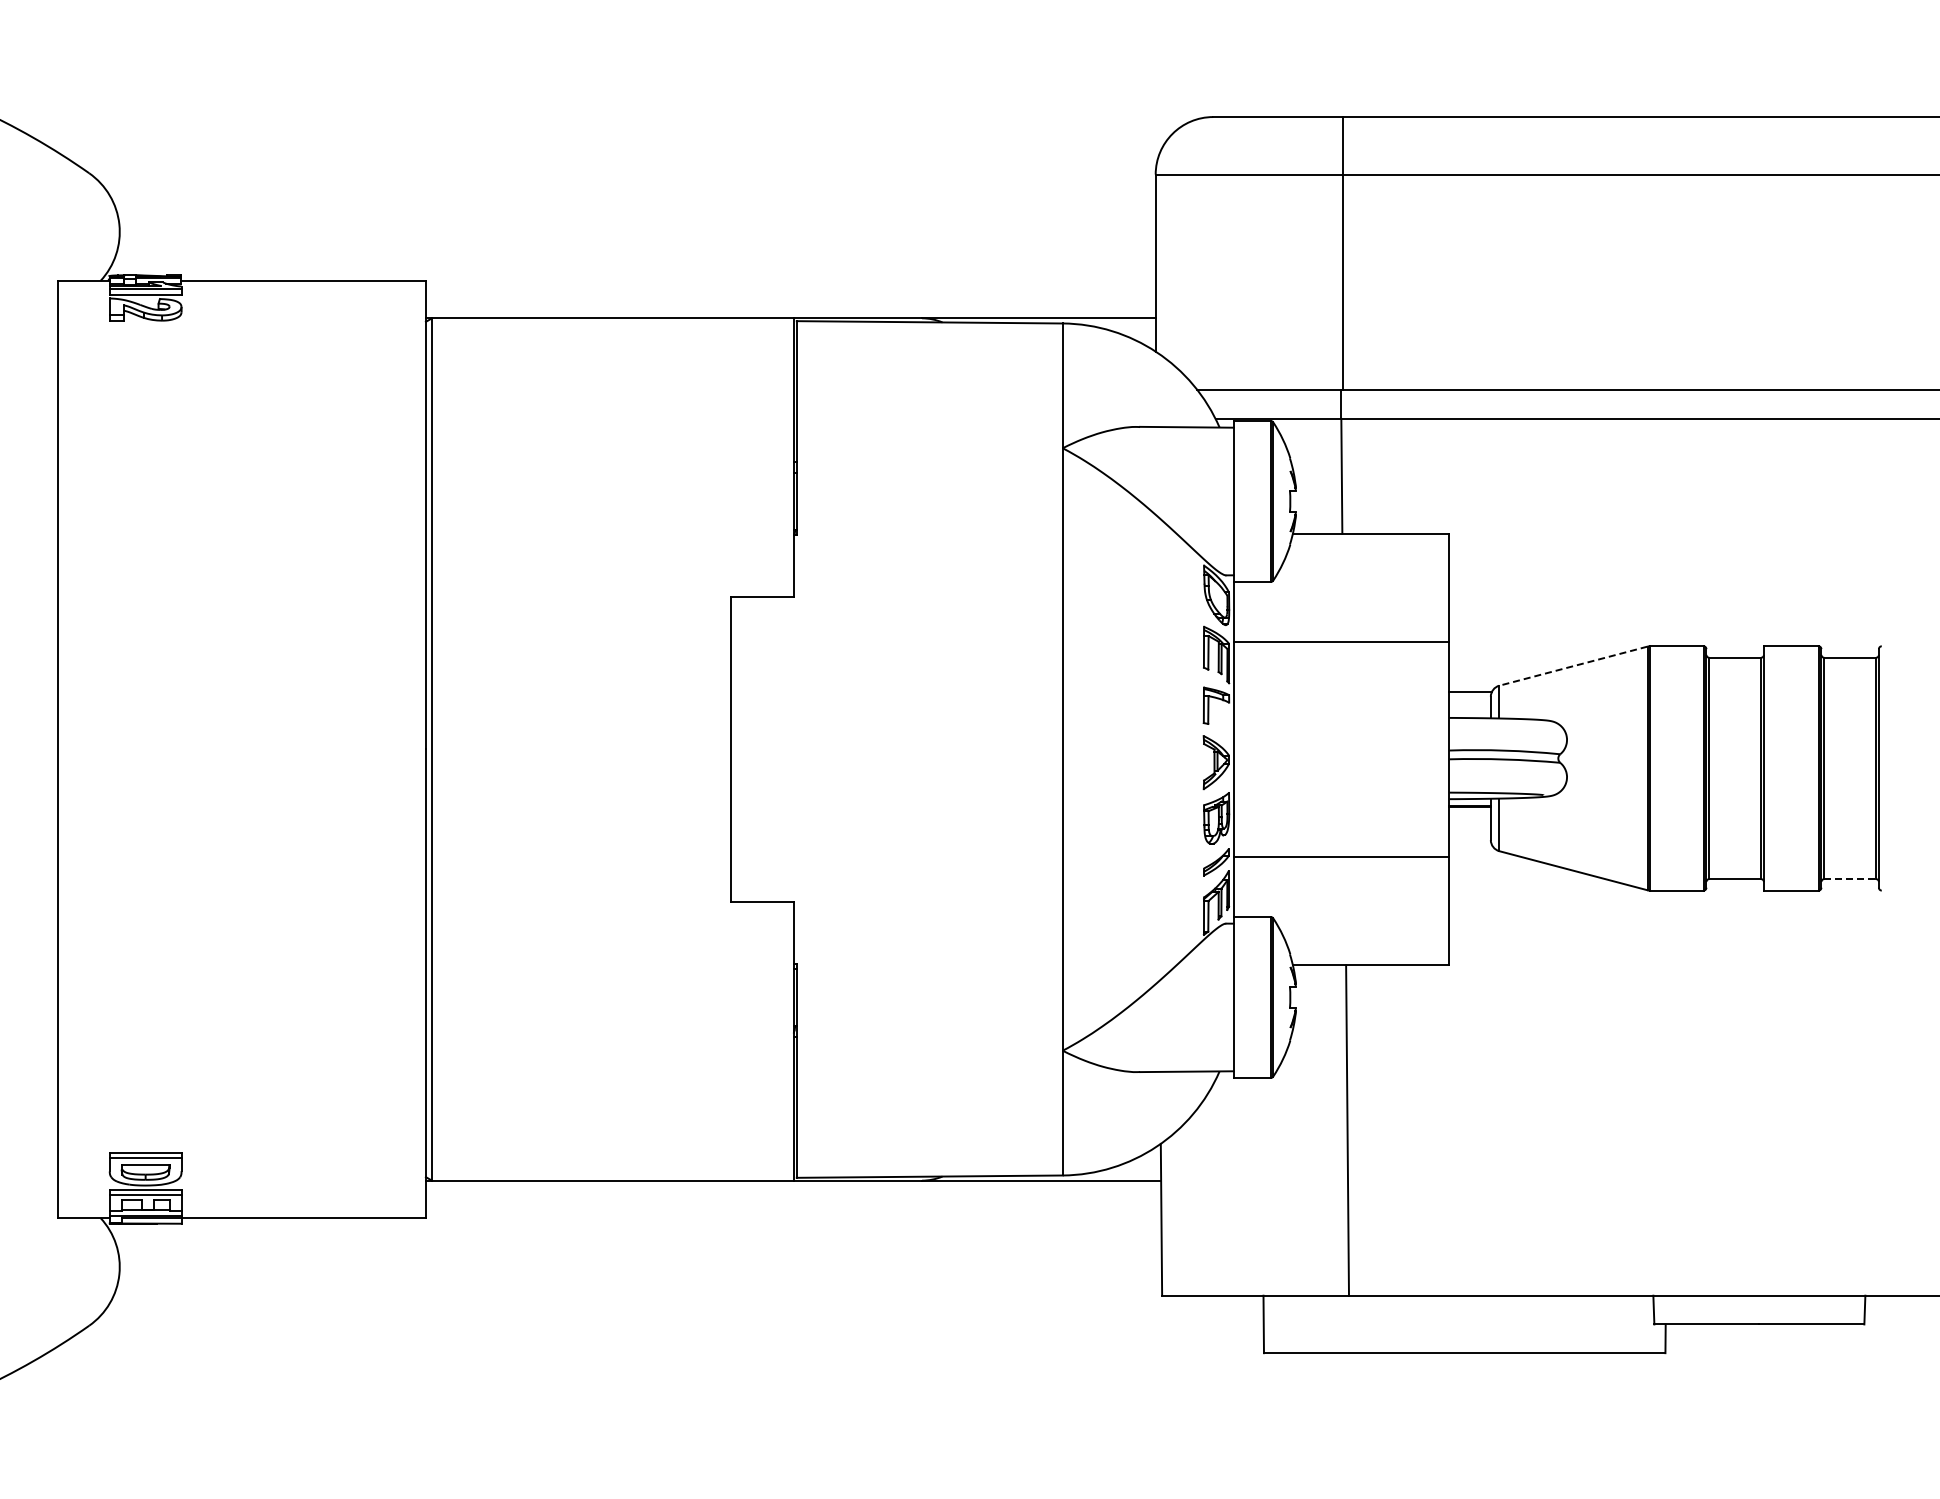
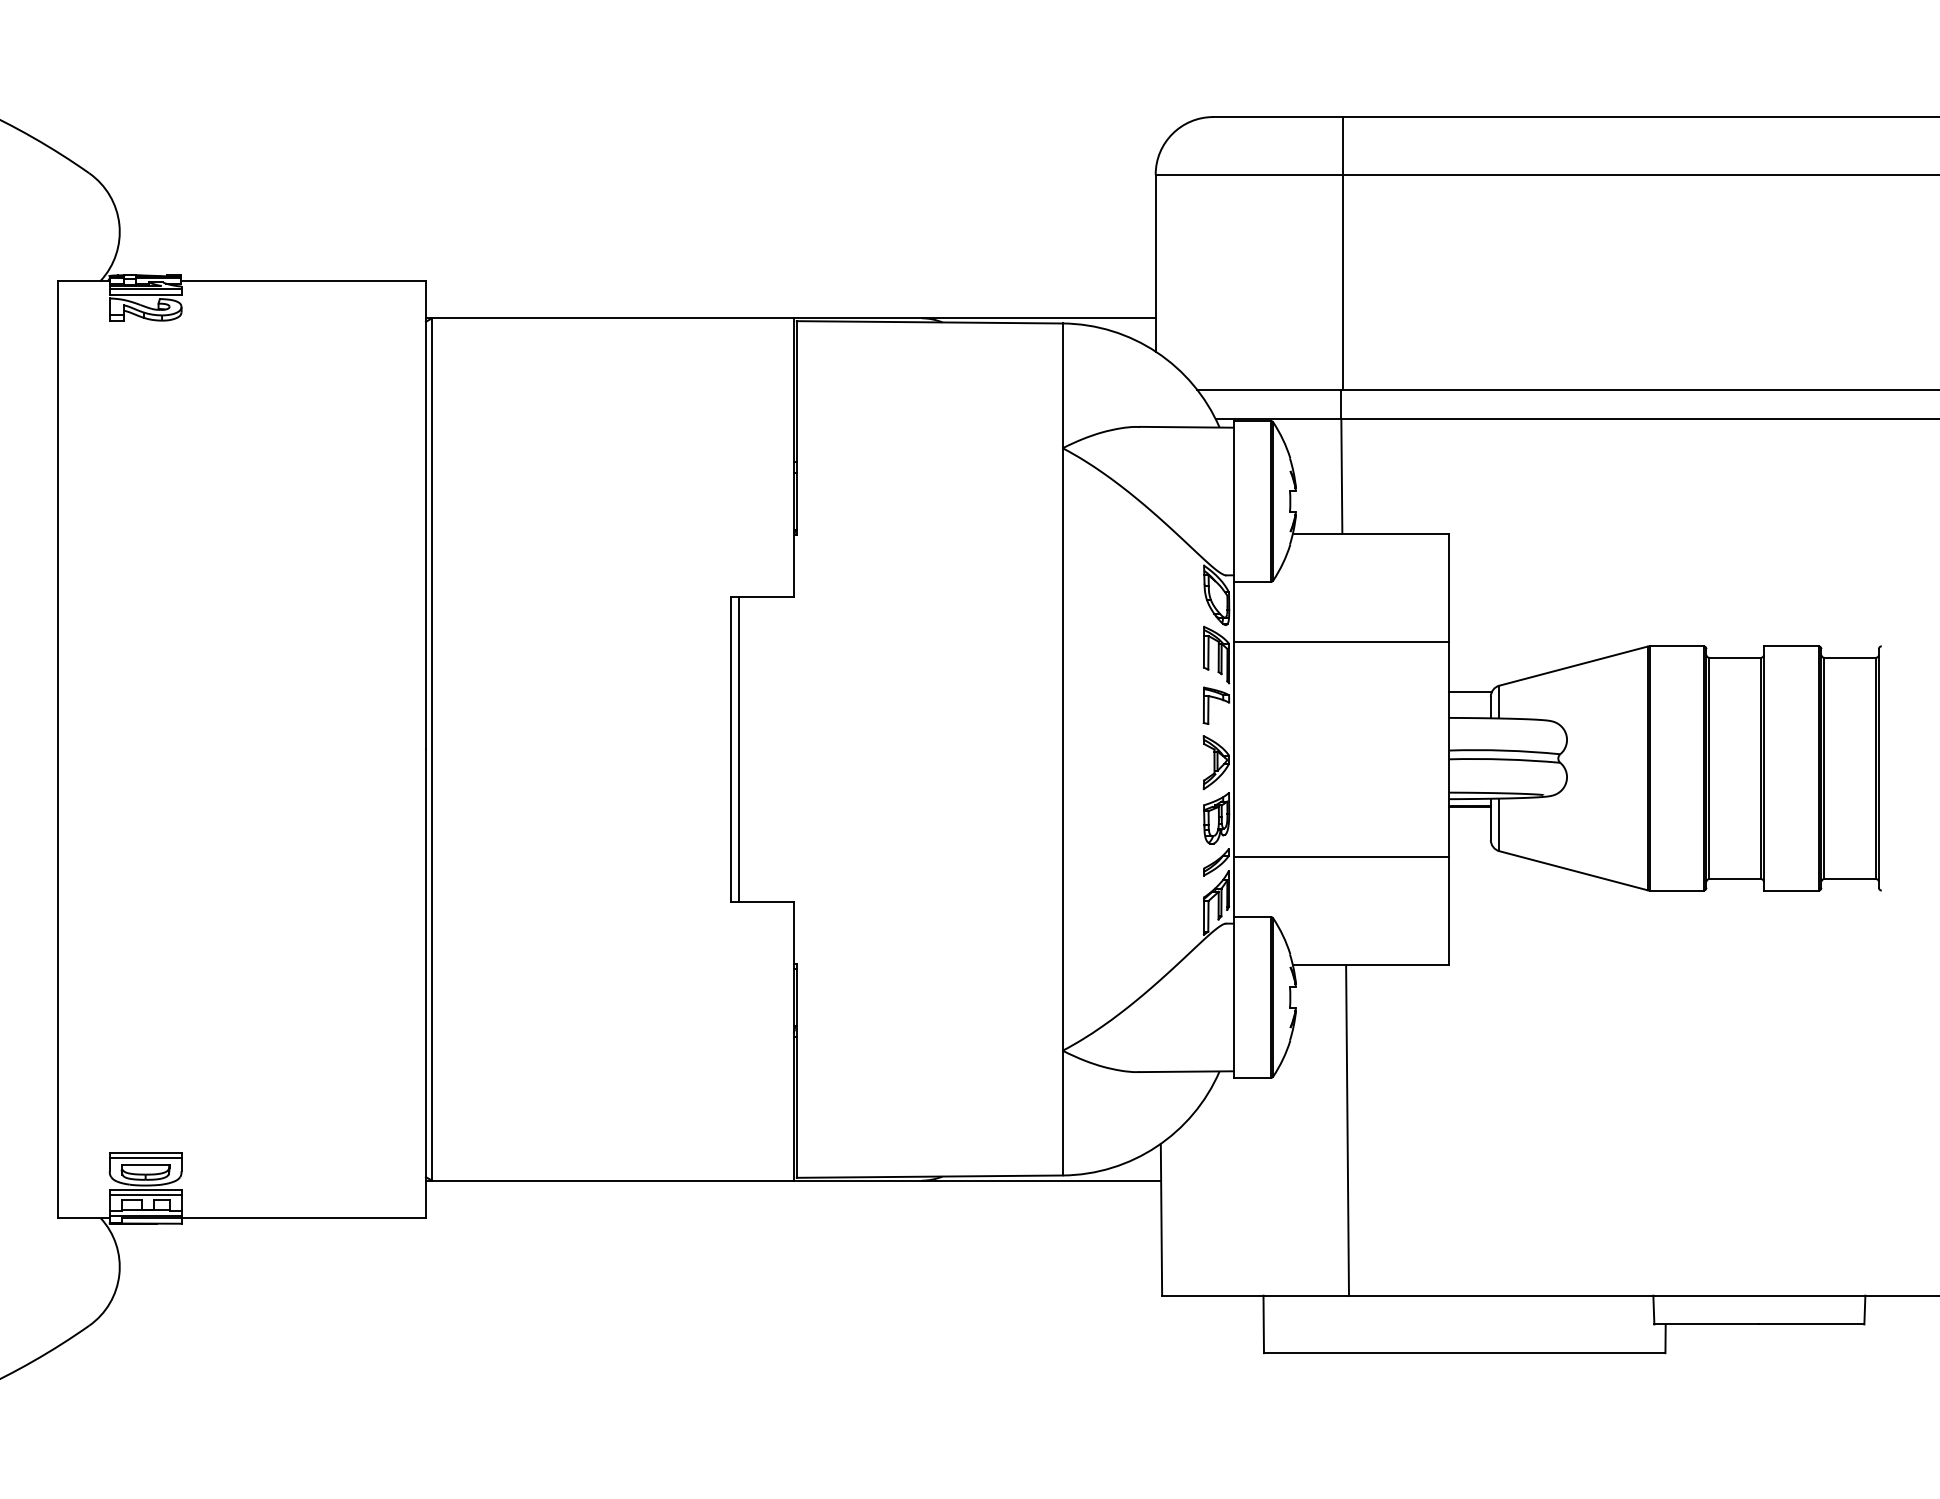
line at (1573, 666): dashed -> solid
line at (739, 749): none -> present
line at (1850, 879): dashed -> solid
